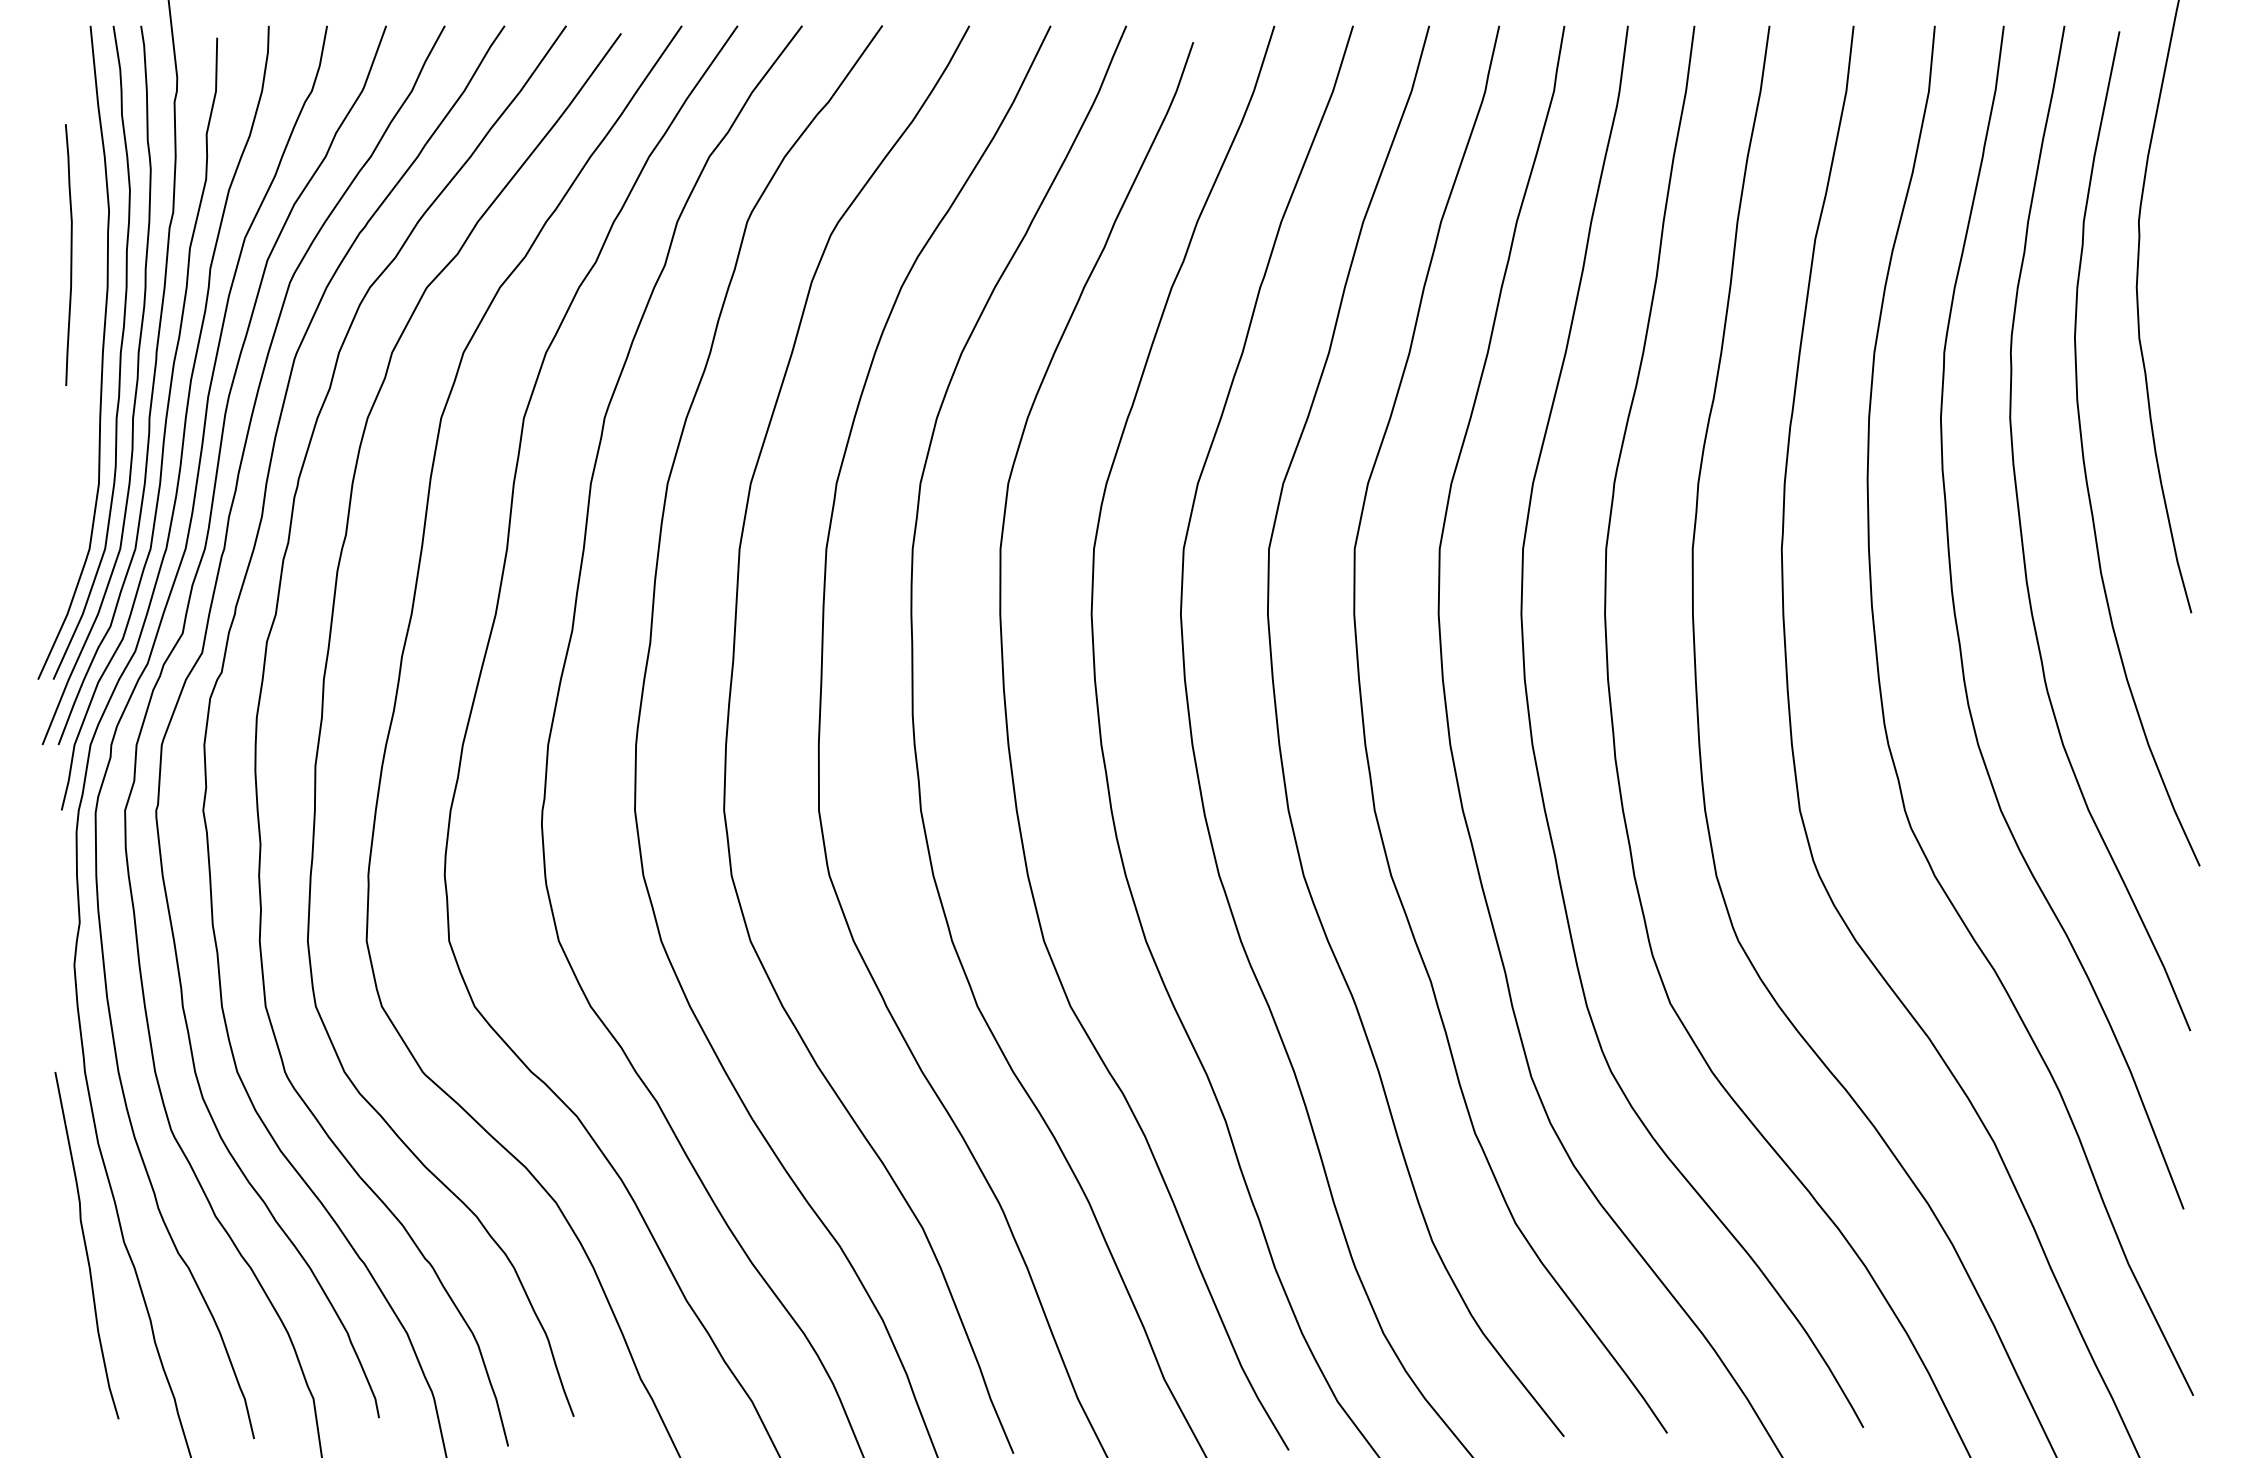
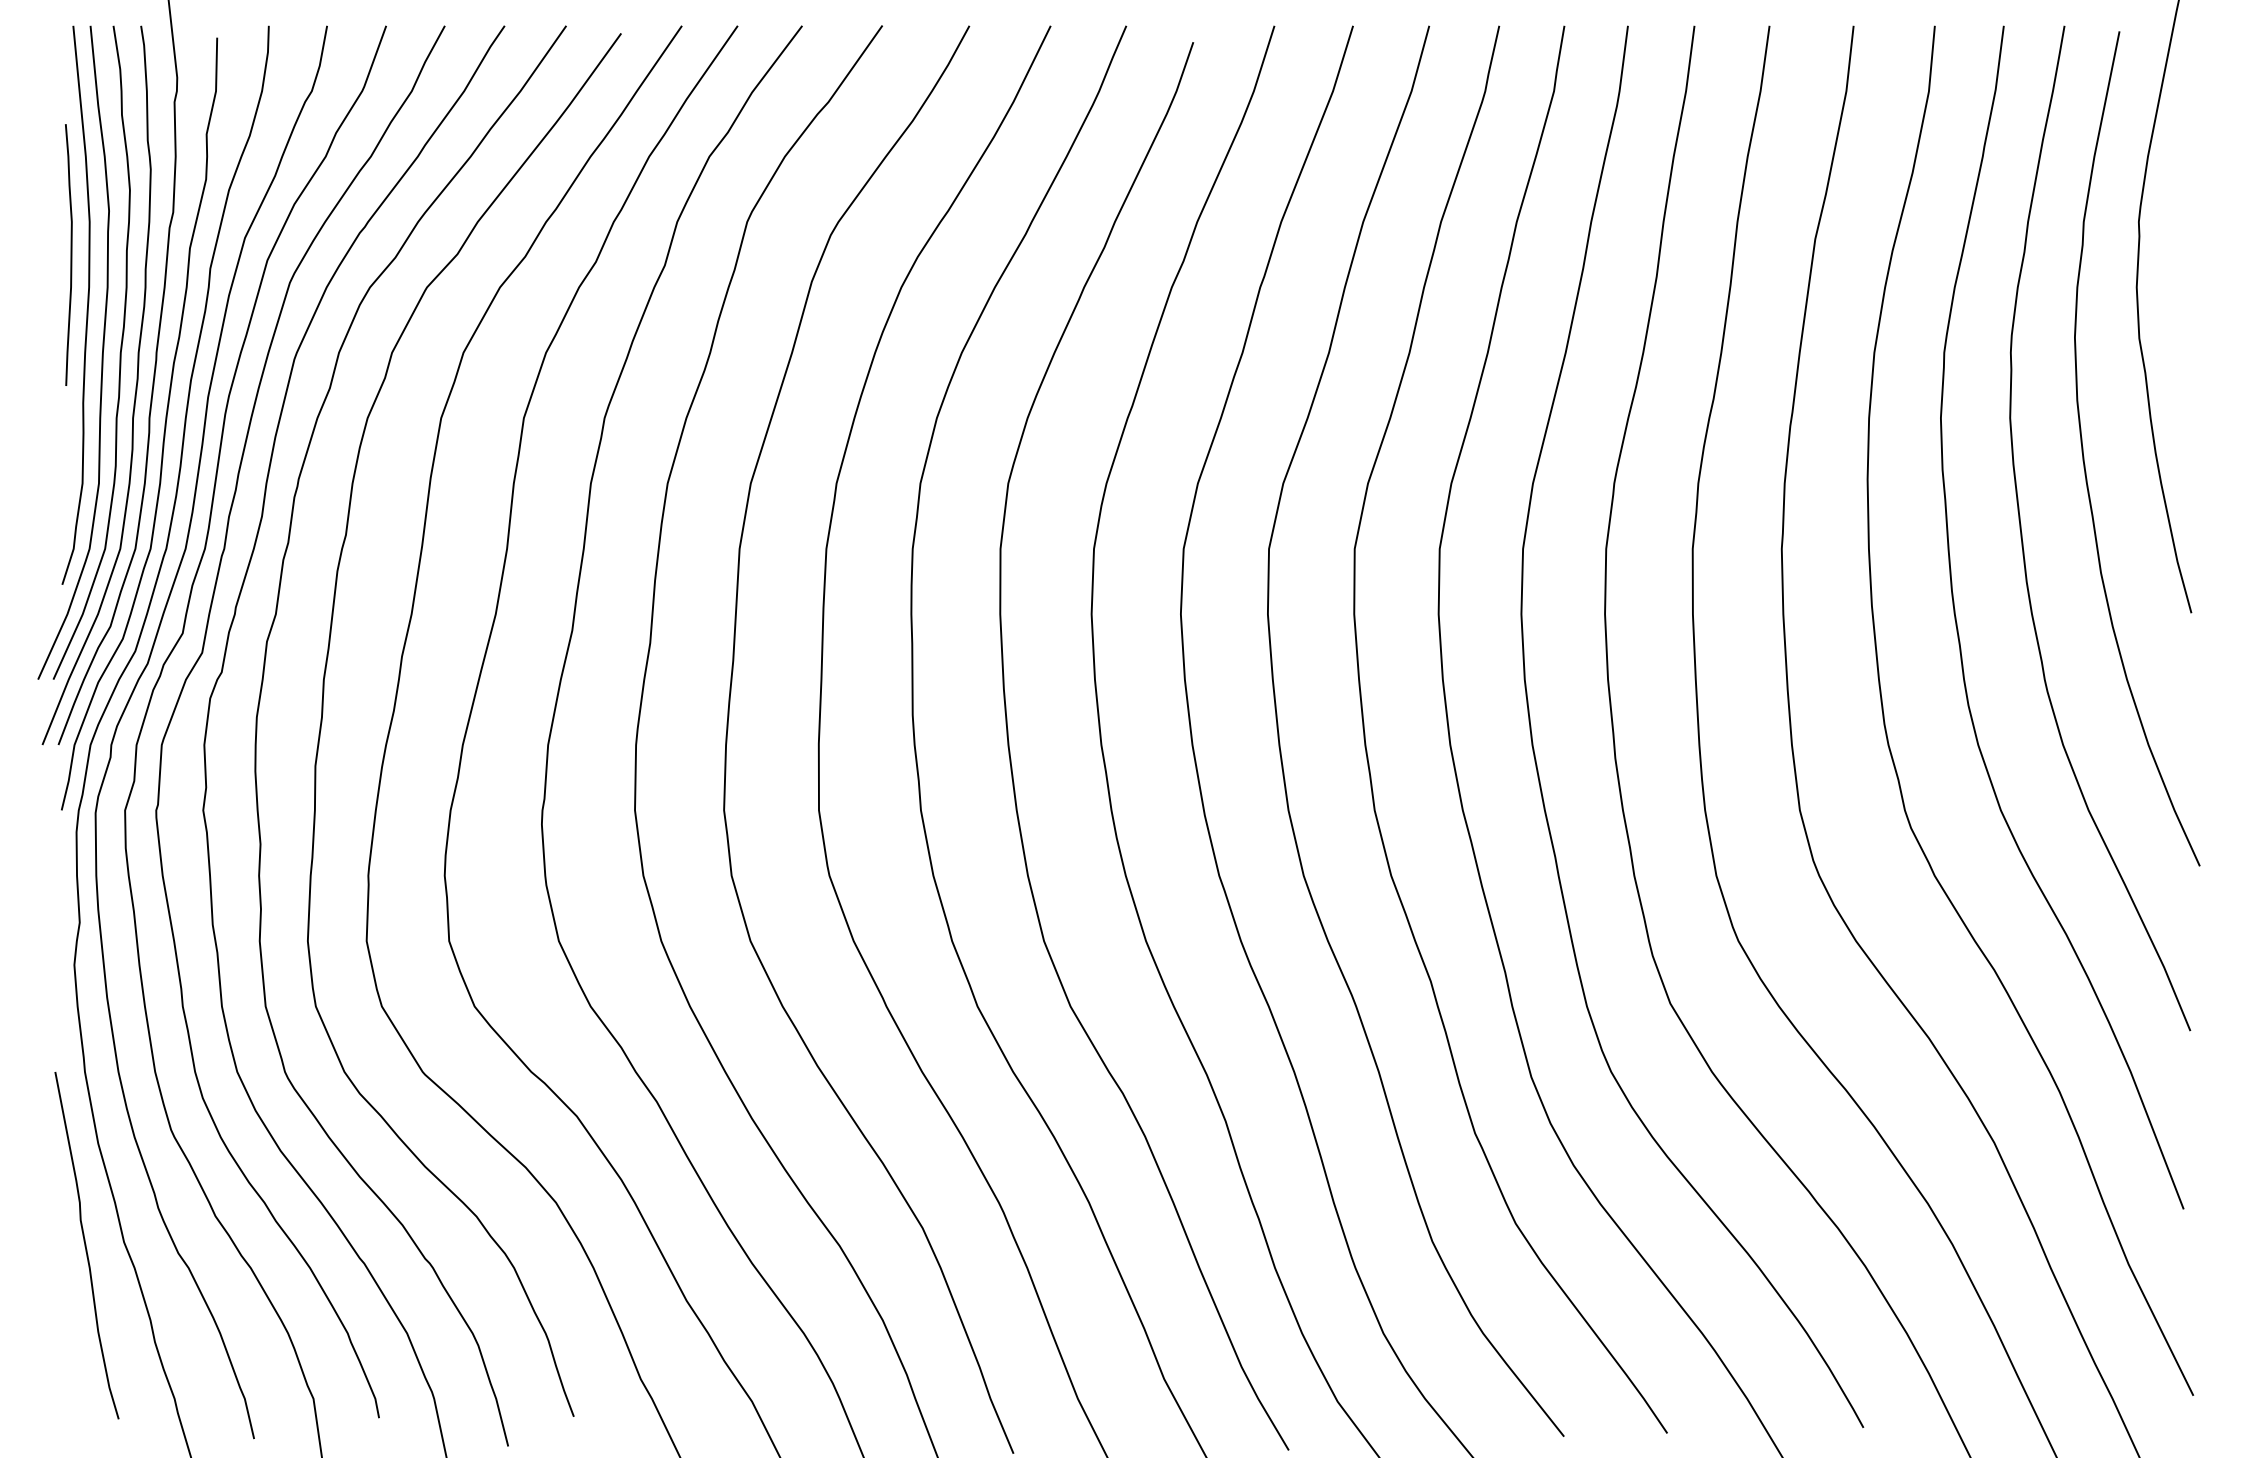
curve at (87, 304): none -> present
